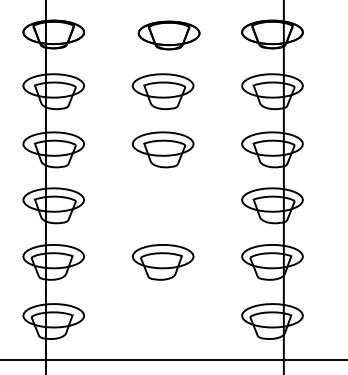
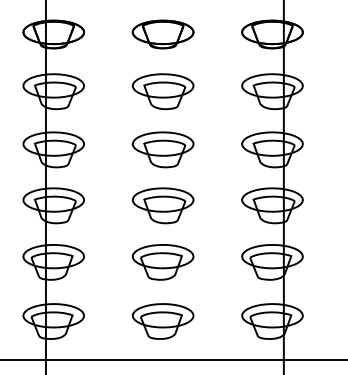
part at (168, 35) position: (168, 35) -> (162, 34)
part at (162, 205): none -> present
part at (162, 321): none -> present
